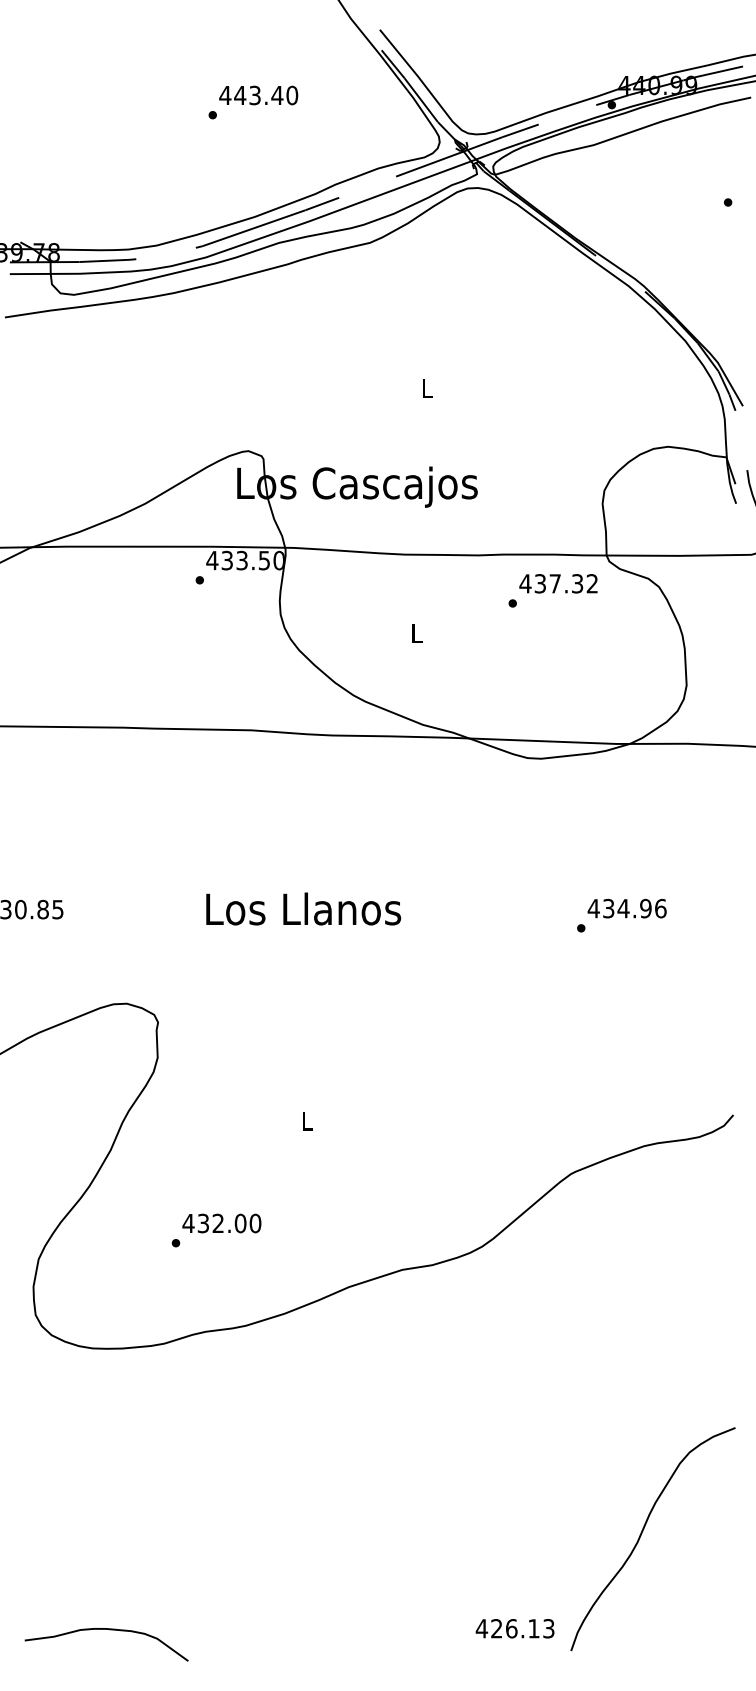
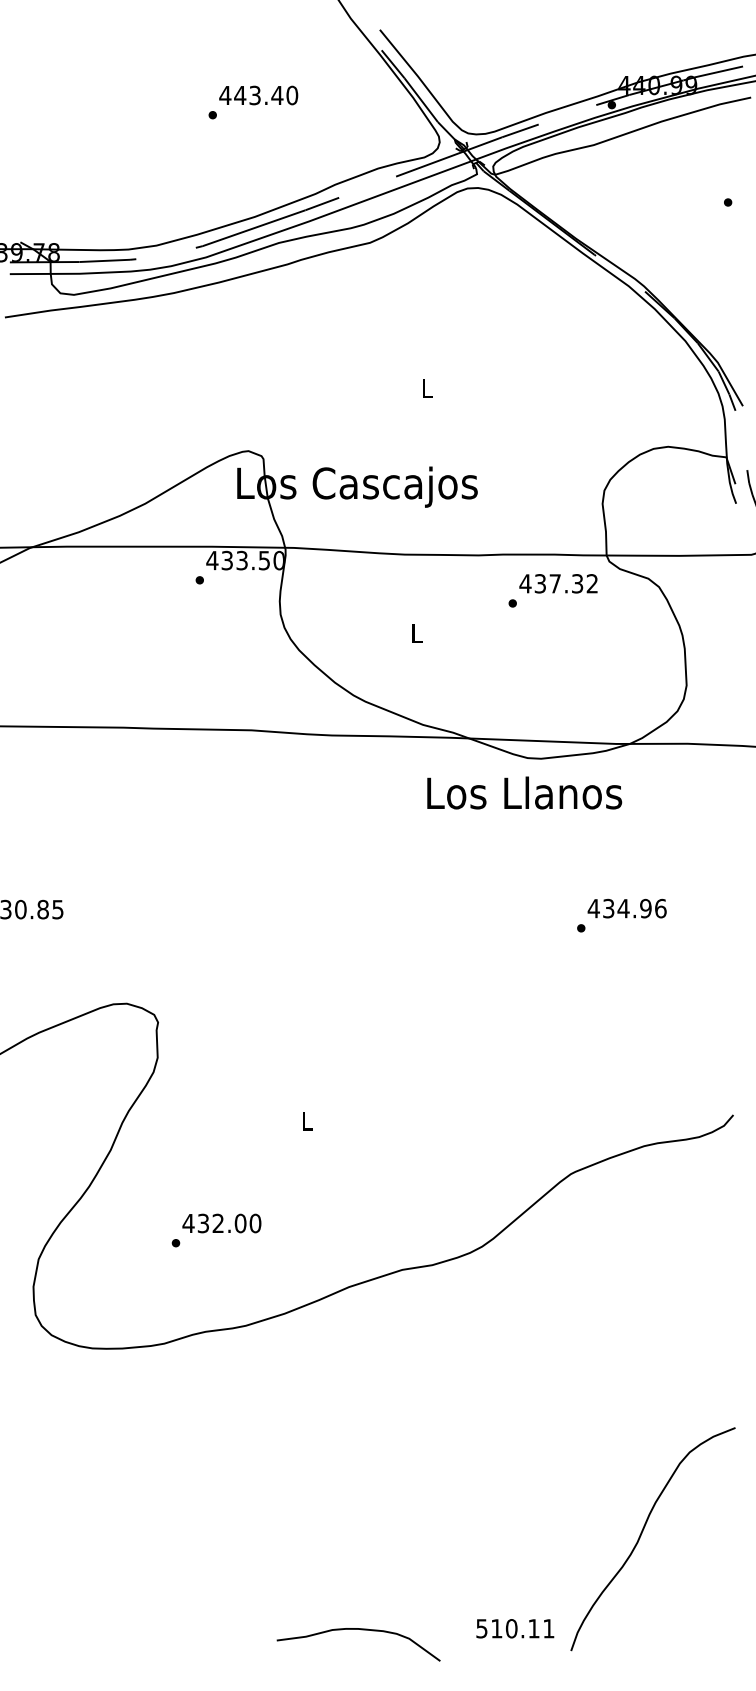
text at (303, 908) position: (303, 908) -> (524, 792)
text at (514, 1628): 426.13 -> 510.11
curve at (109, 1630) position: (109, 1630) -> (361, 1630)
